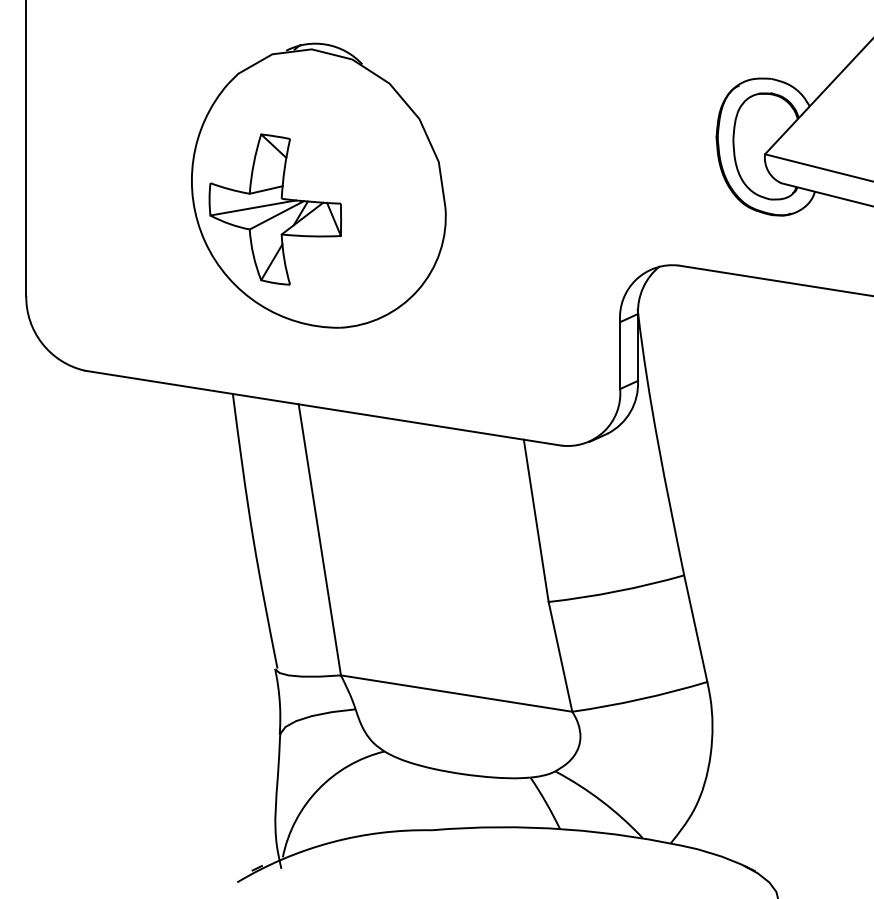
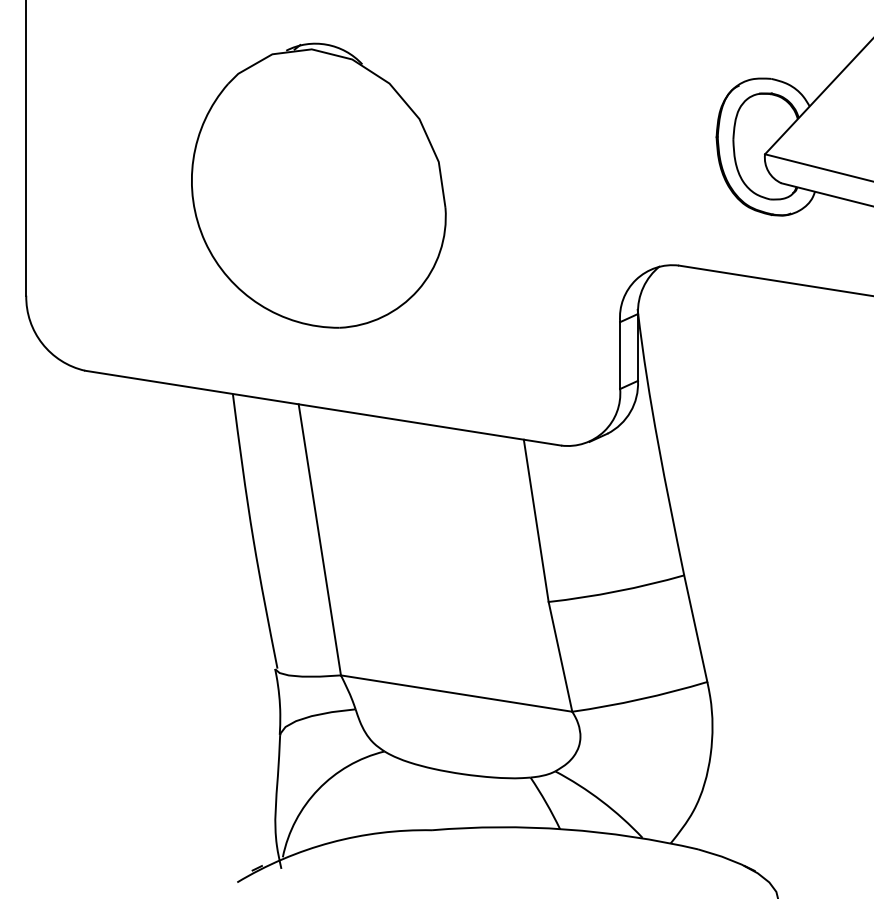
part at (274, 209): present -> none
